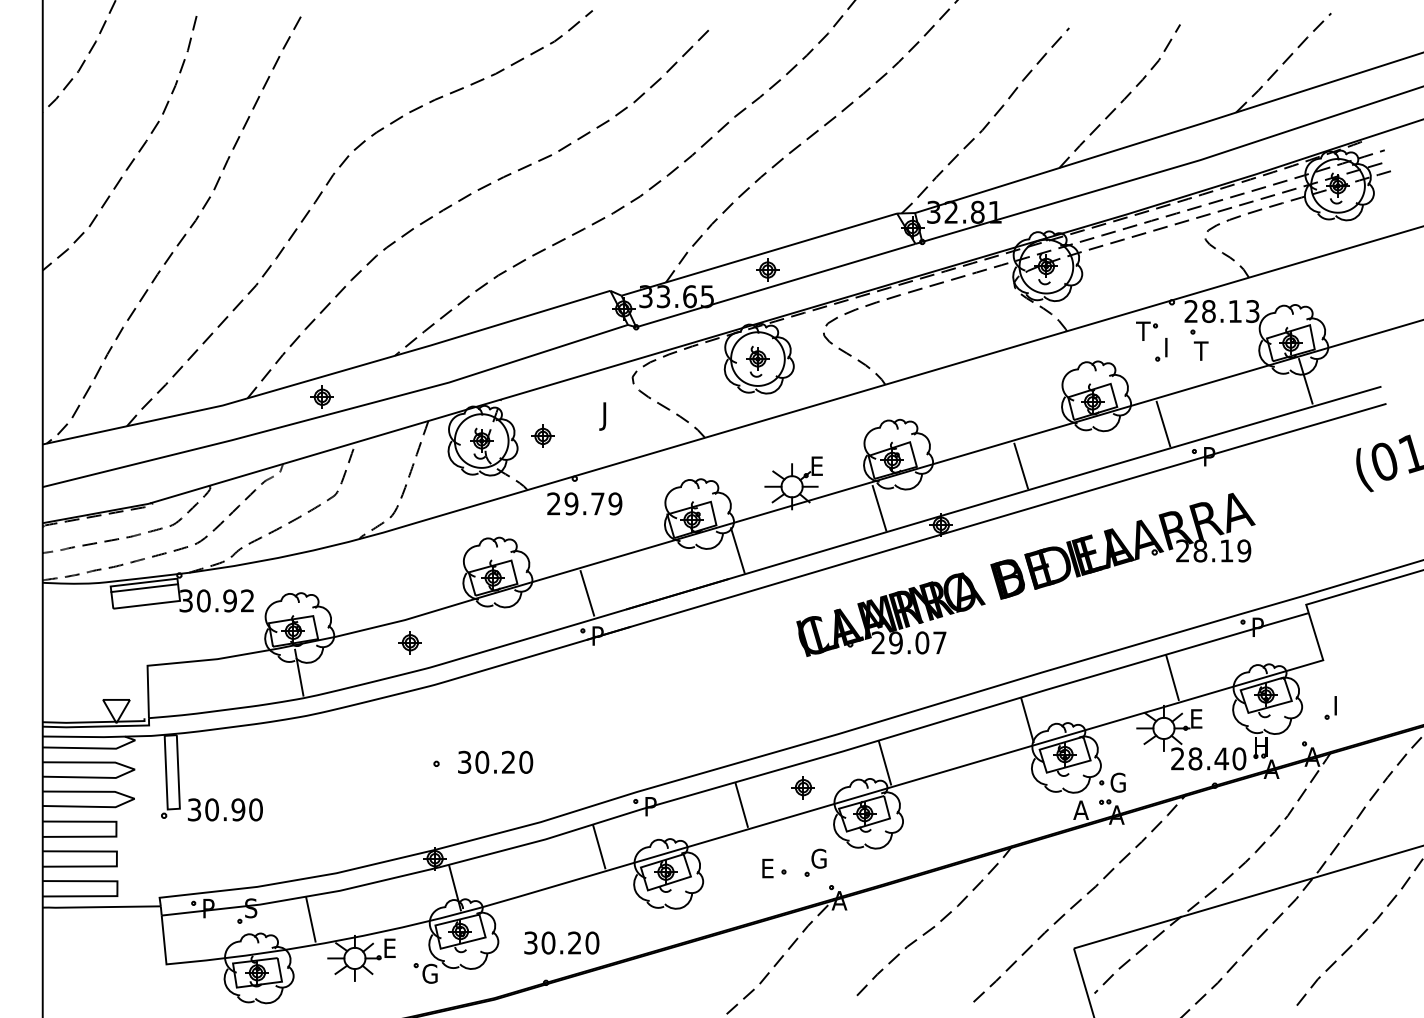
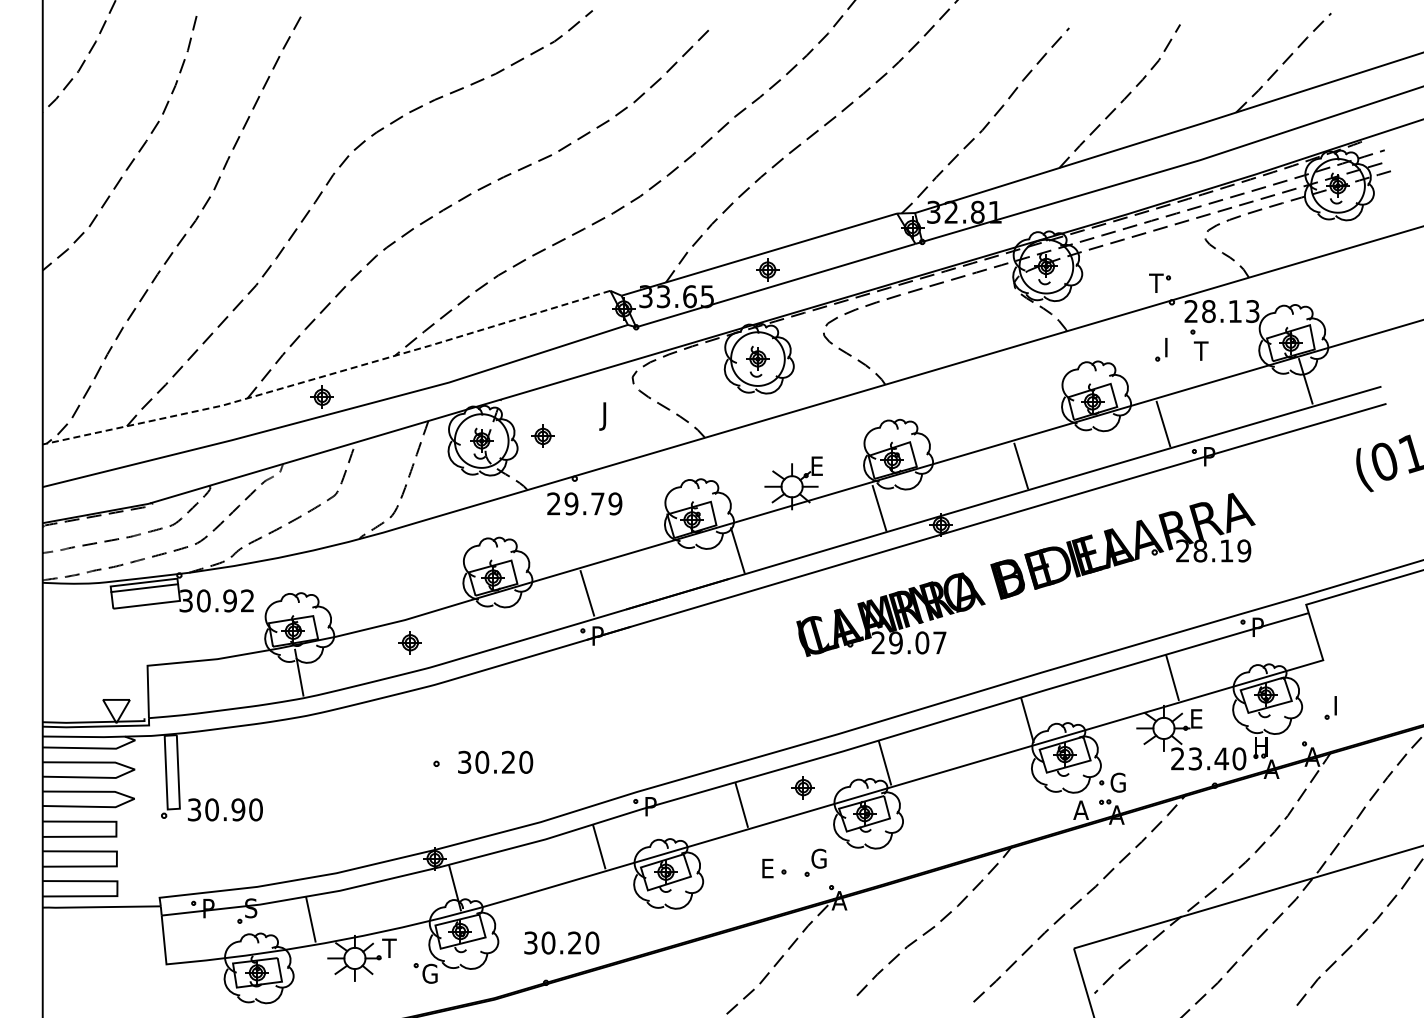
part at (1146, 330) position: (1146, 330) -> (1159, 282)
line at (328, 375): solid -> dashed
text at (1195, 758): 28.40 -> 23.40
text at (389, 947): E -> T
